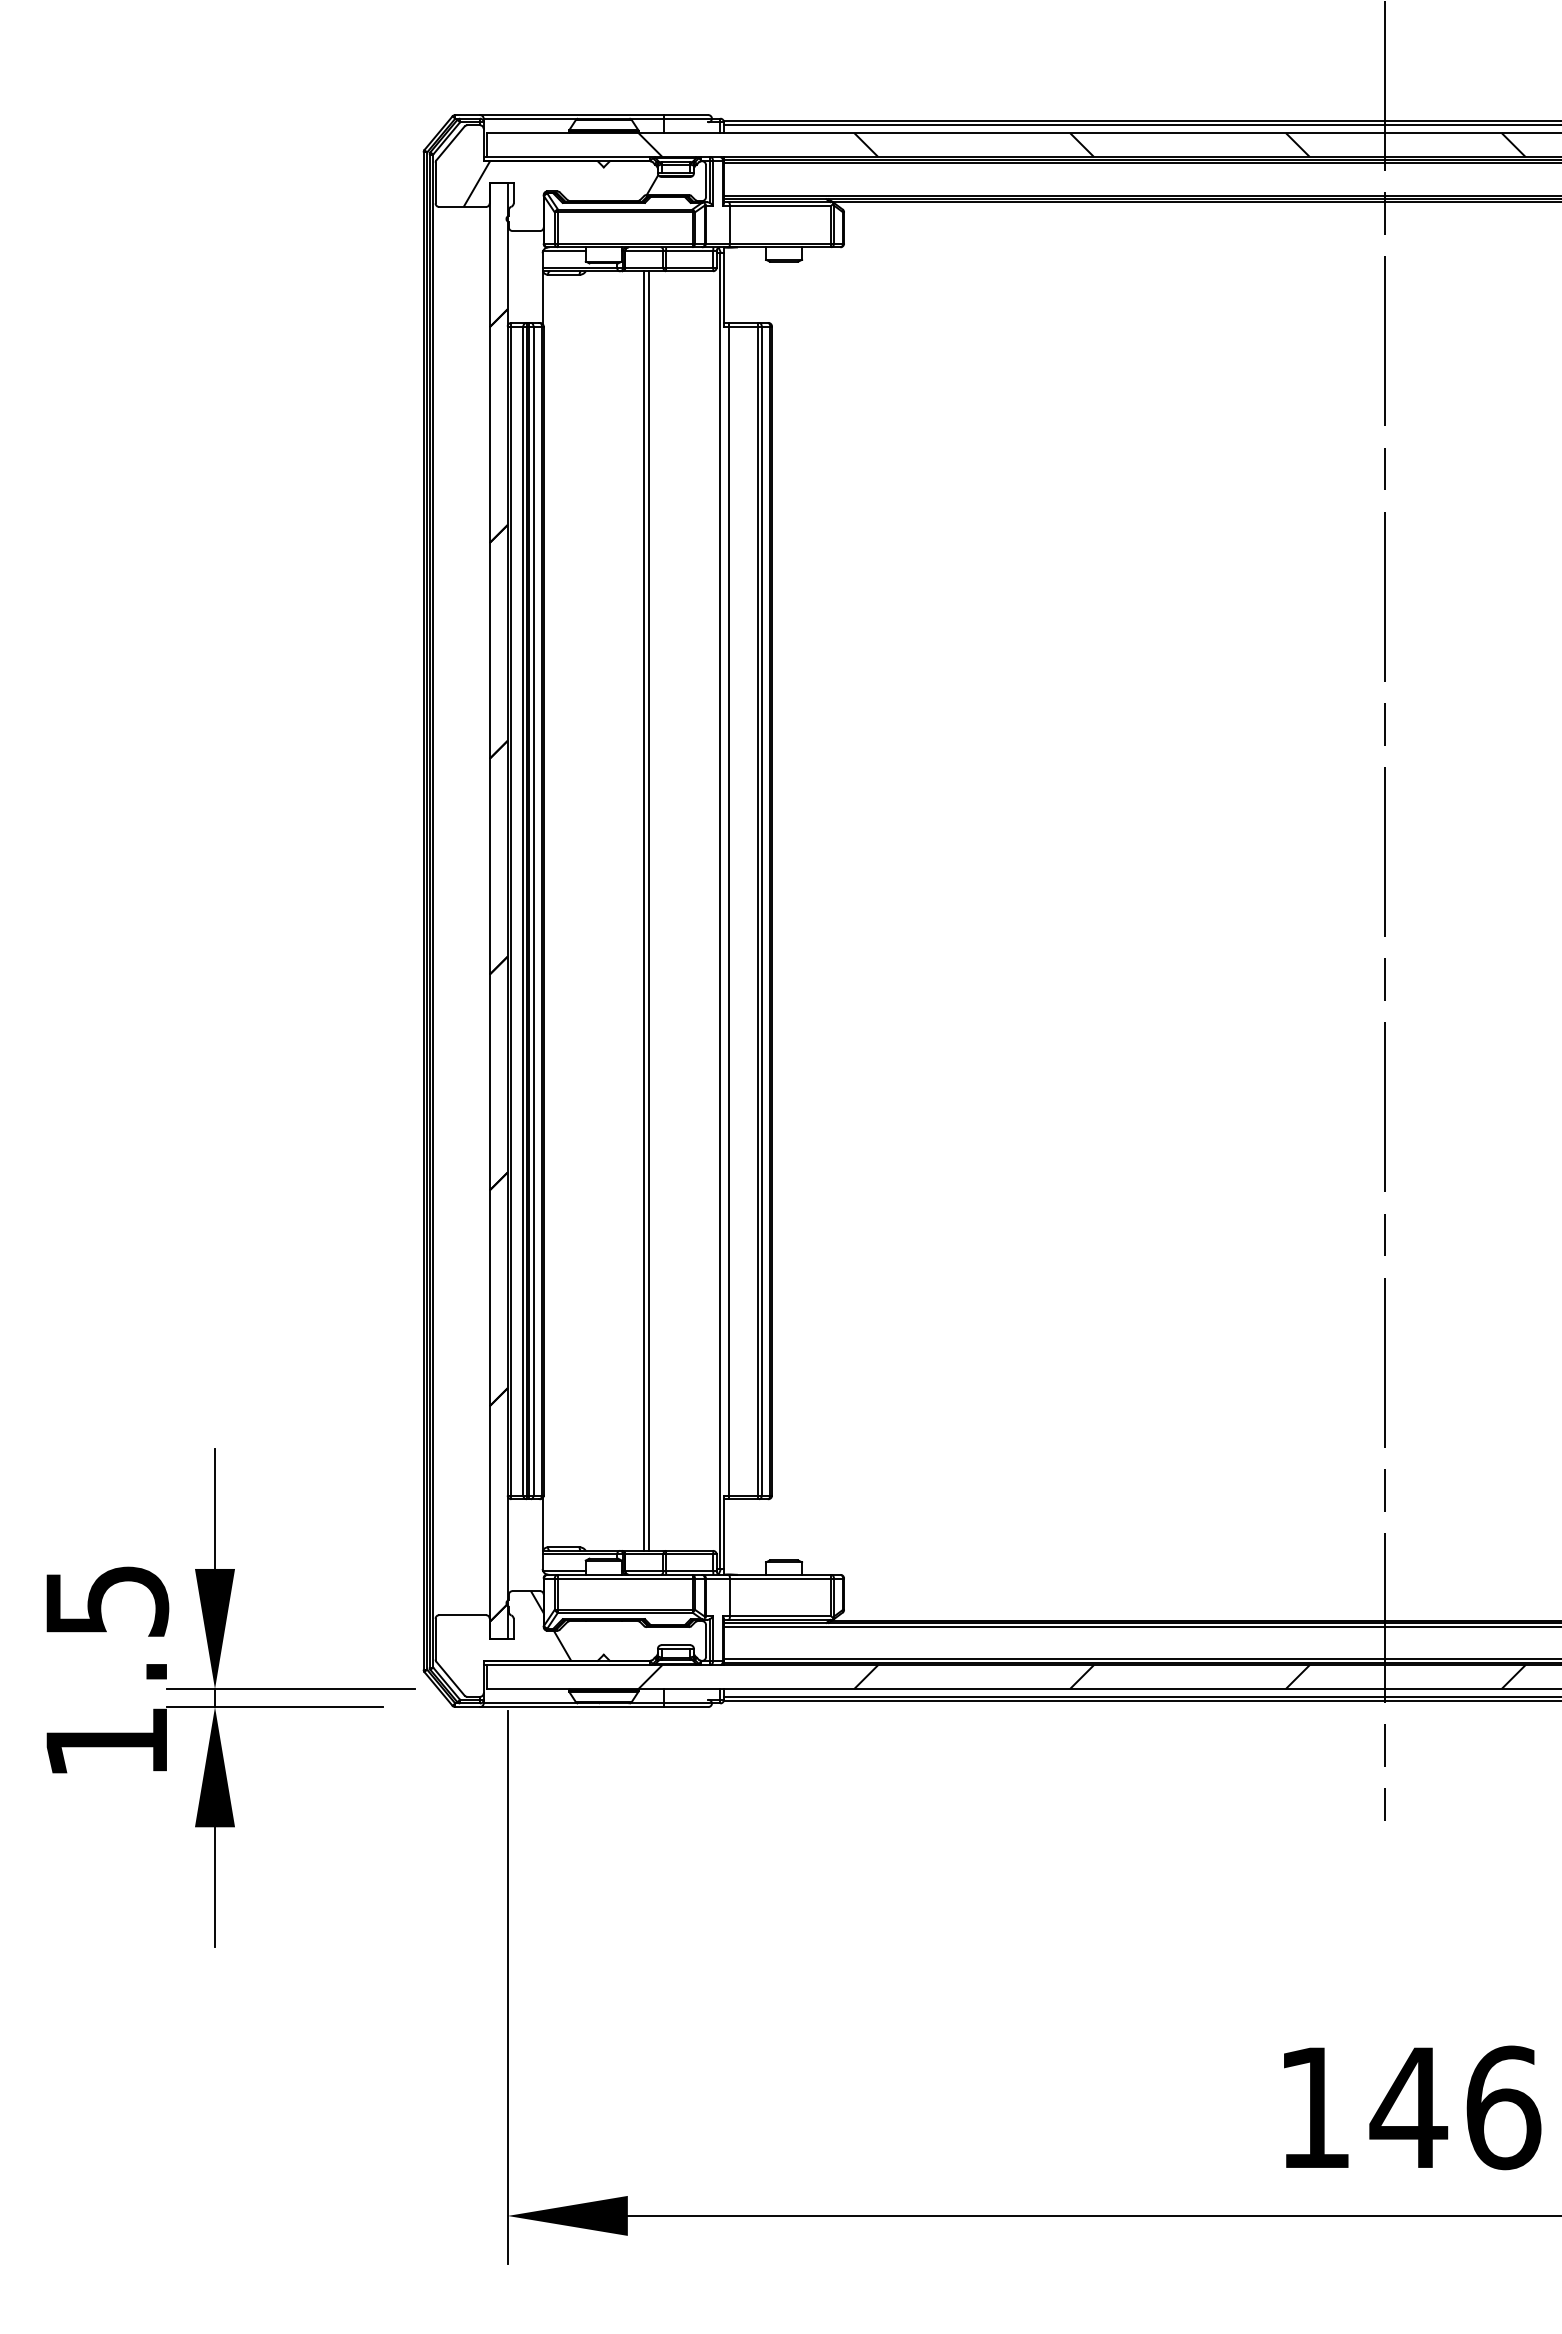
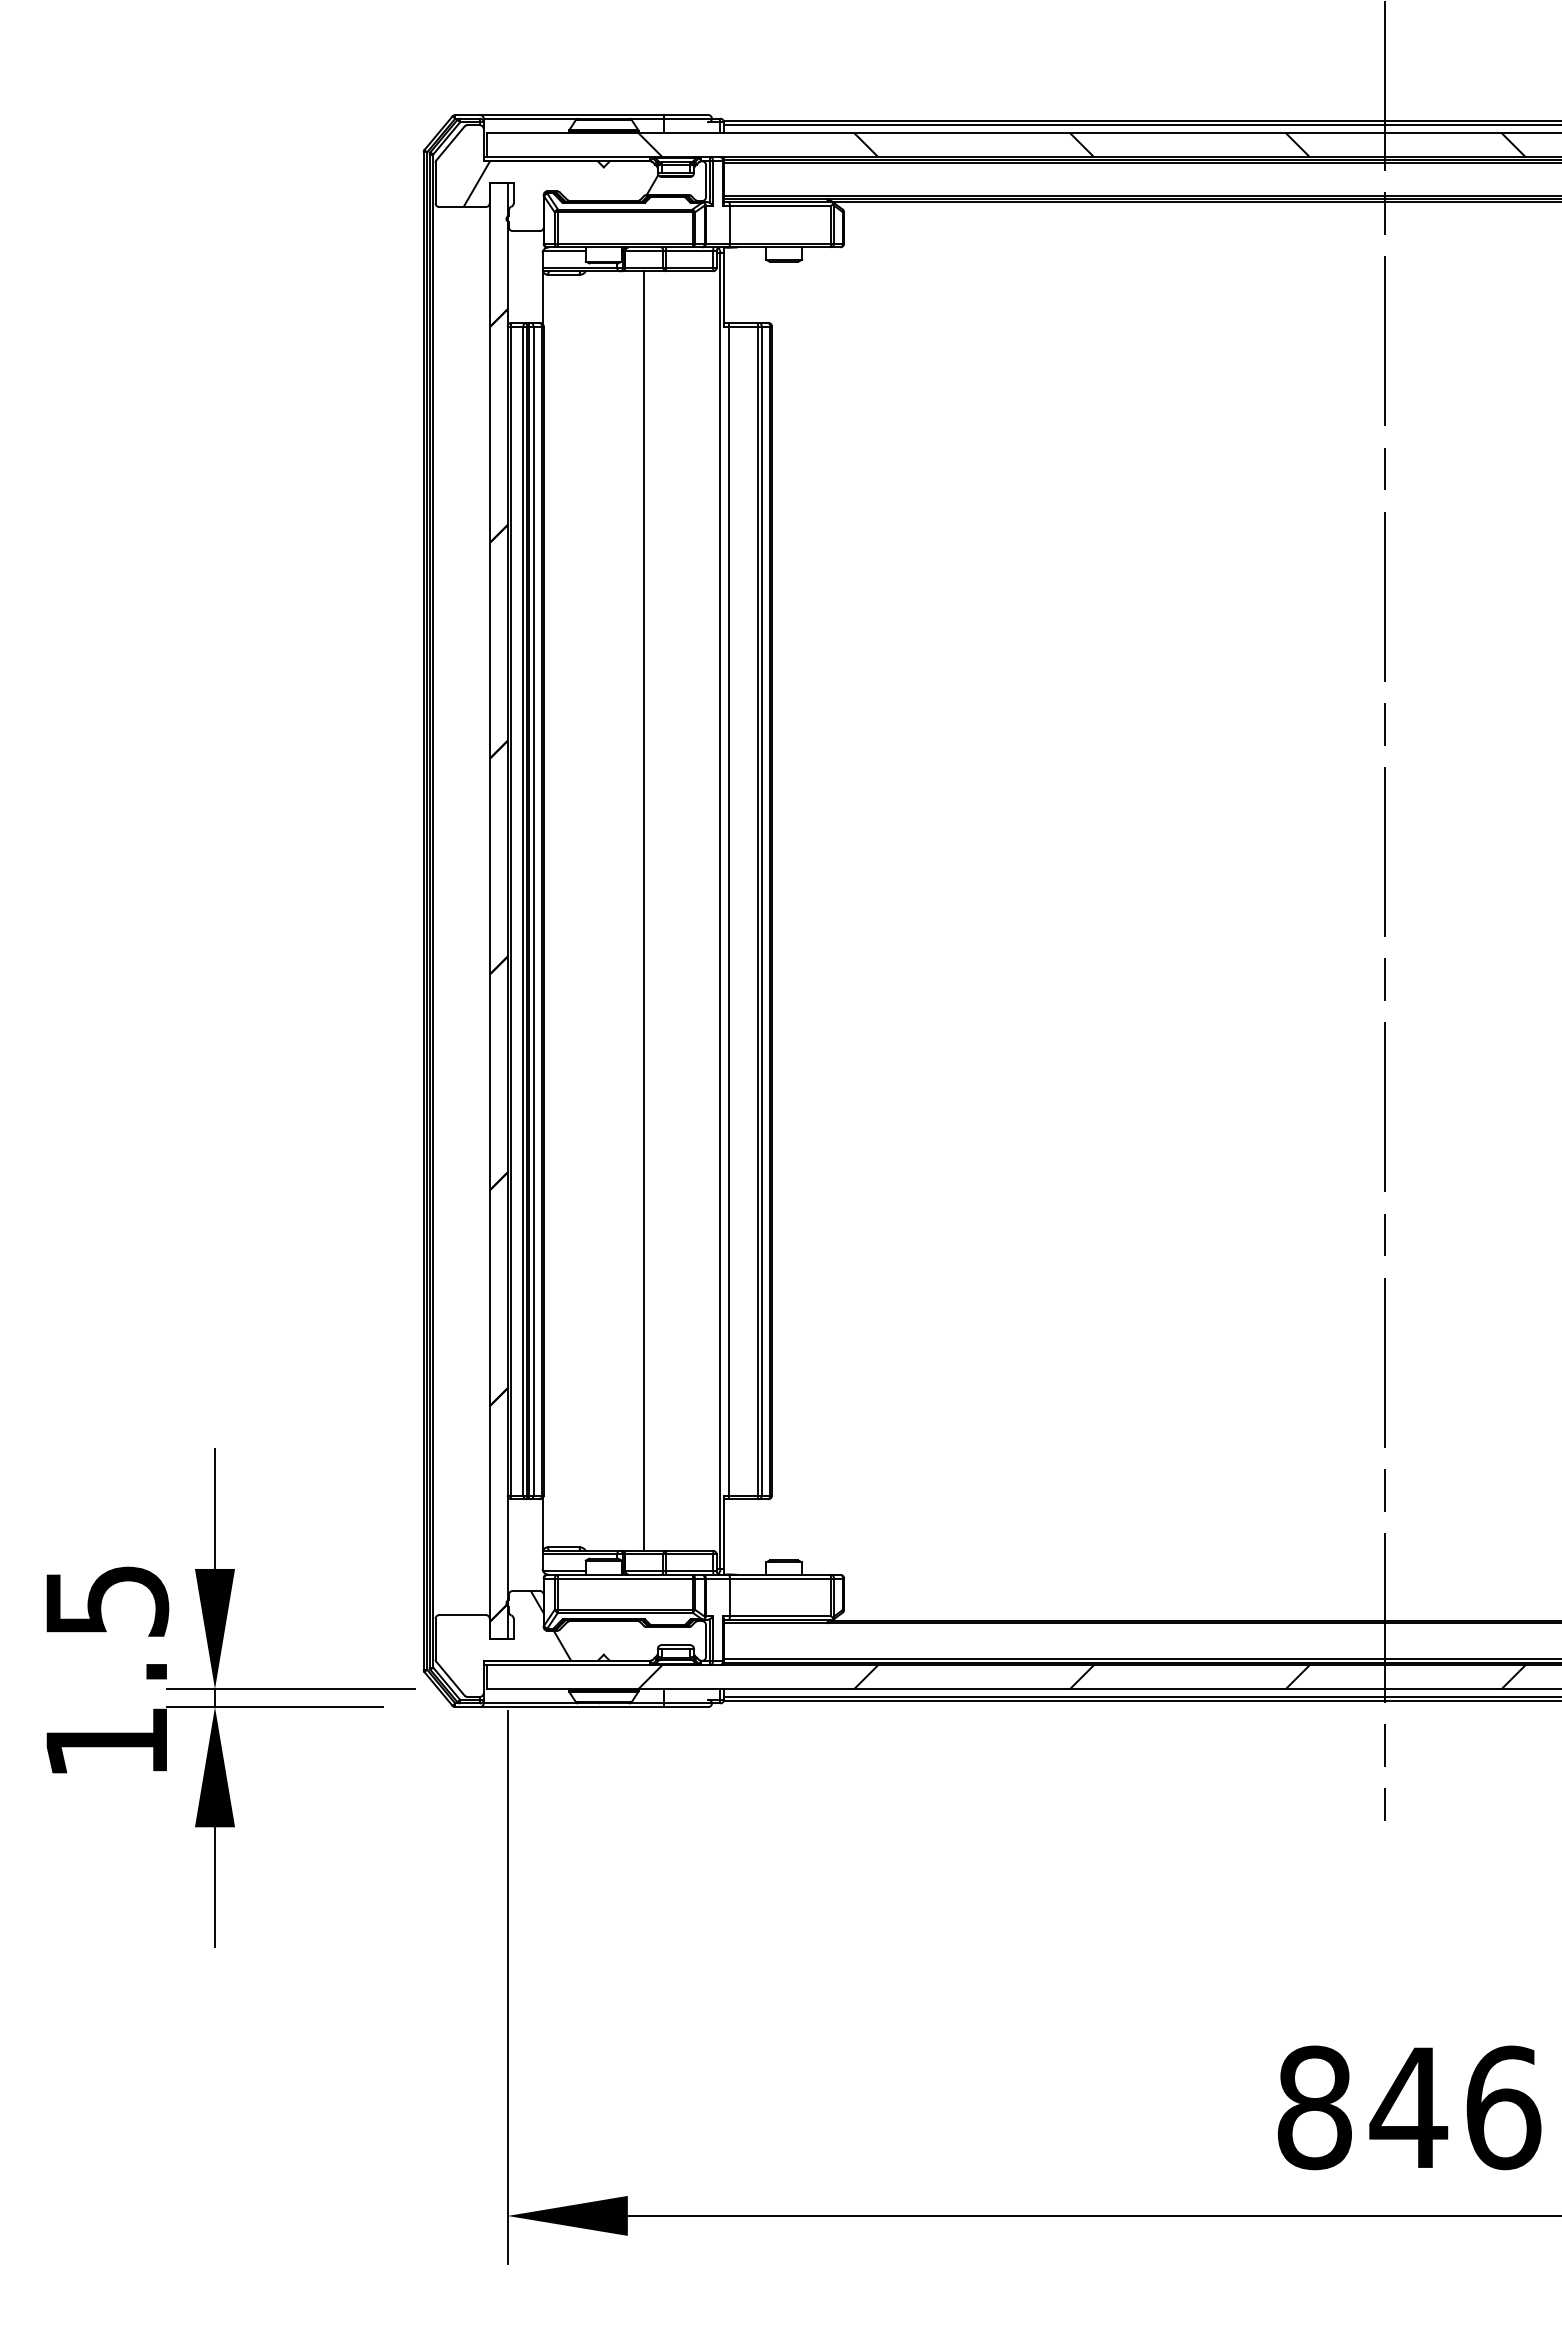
line at (648, 910): present -> none
line at (1140, 1626): present -> none
text at (1314, 2107): 146 -> 846
